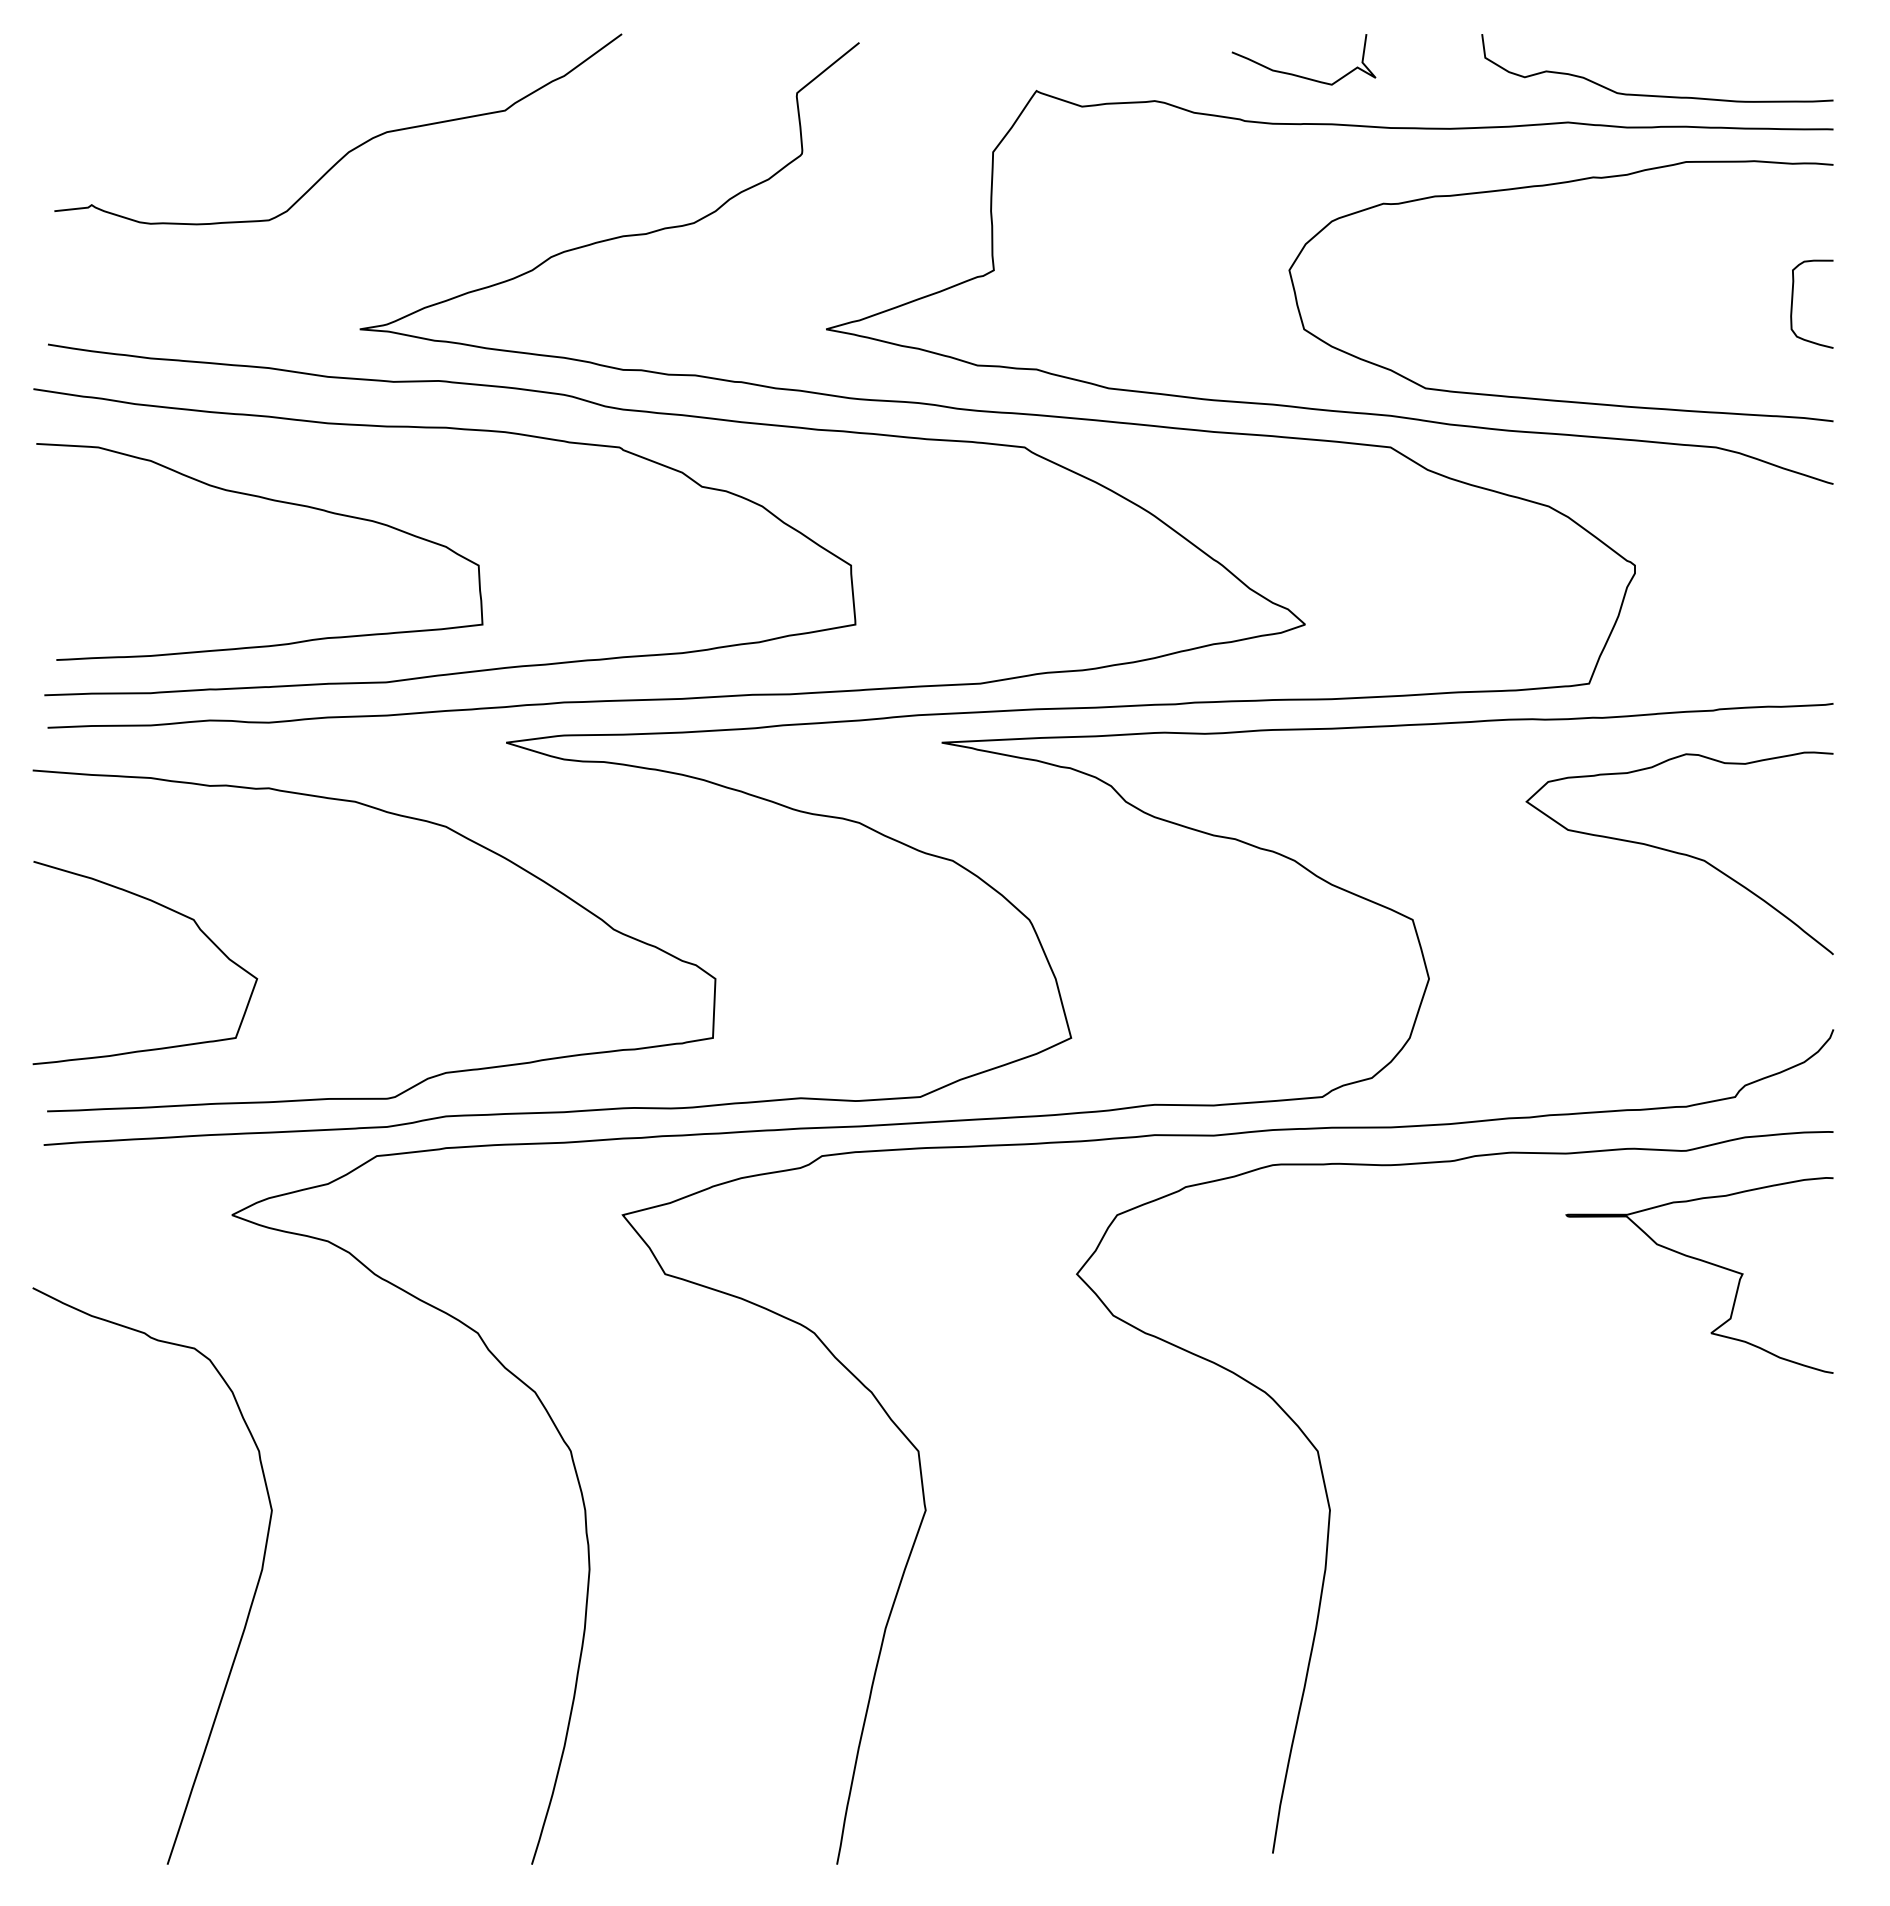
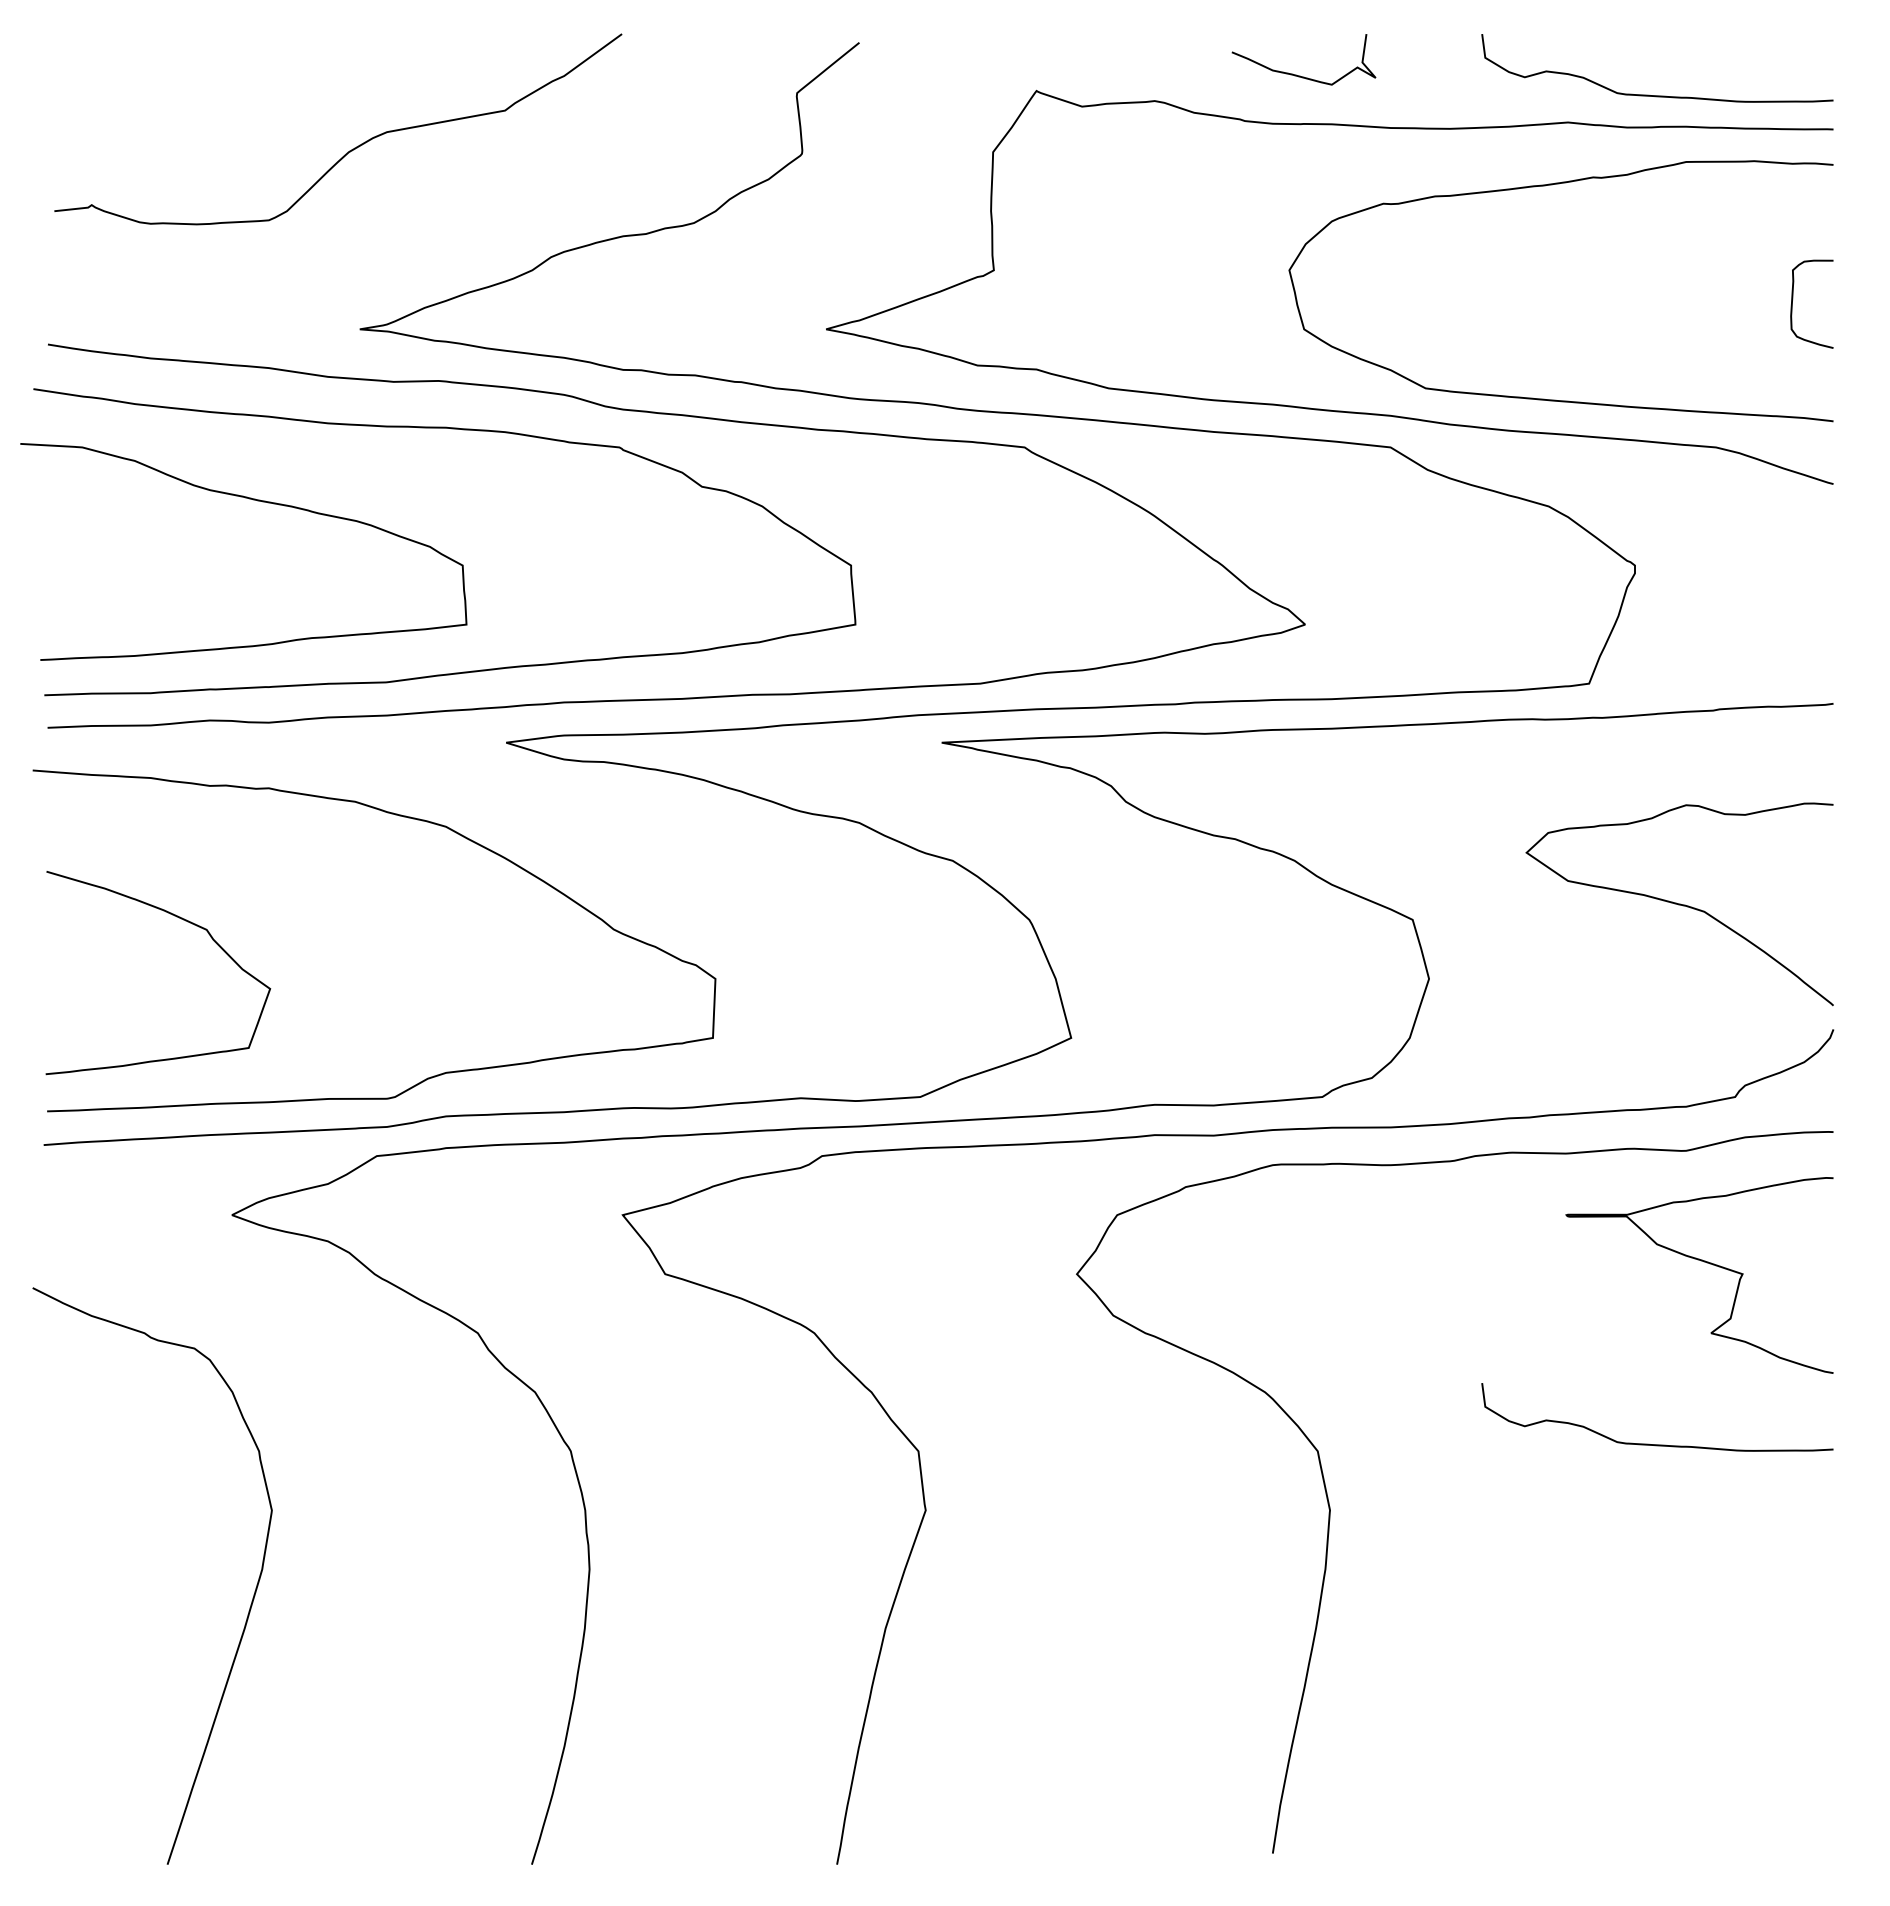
curve at (273, 501) position: (273, 501) -> (257, 501)
curve at (1679, 853) position: (1679, 853) -> (1679, 904)
curve at (172, 911) position: (172, 911) -> (185, 921)
curve at (1657, 1444): none -> present
